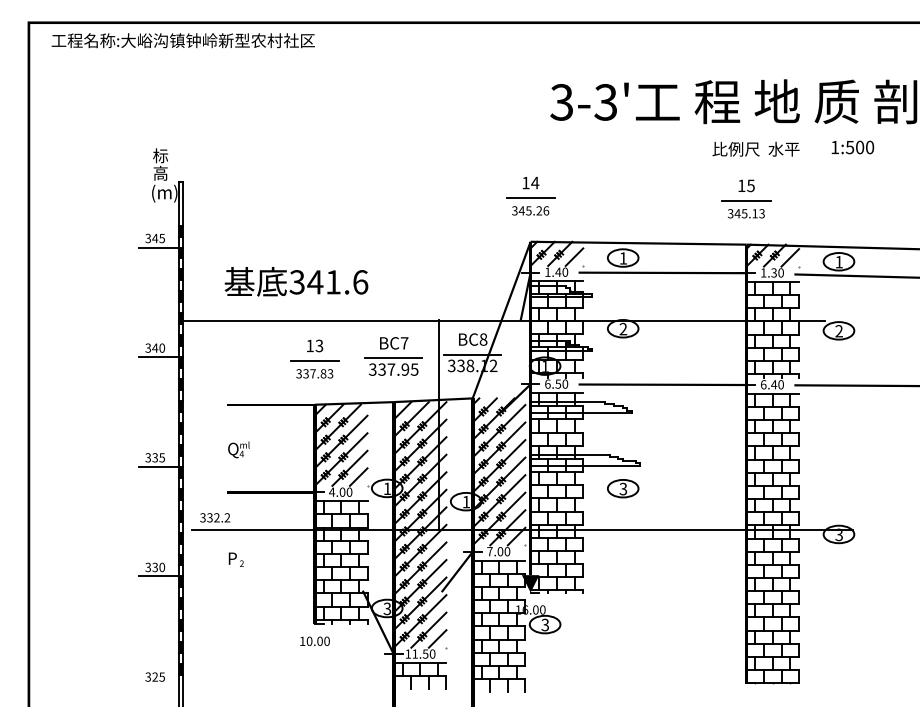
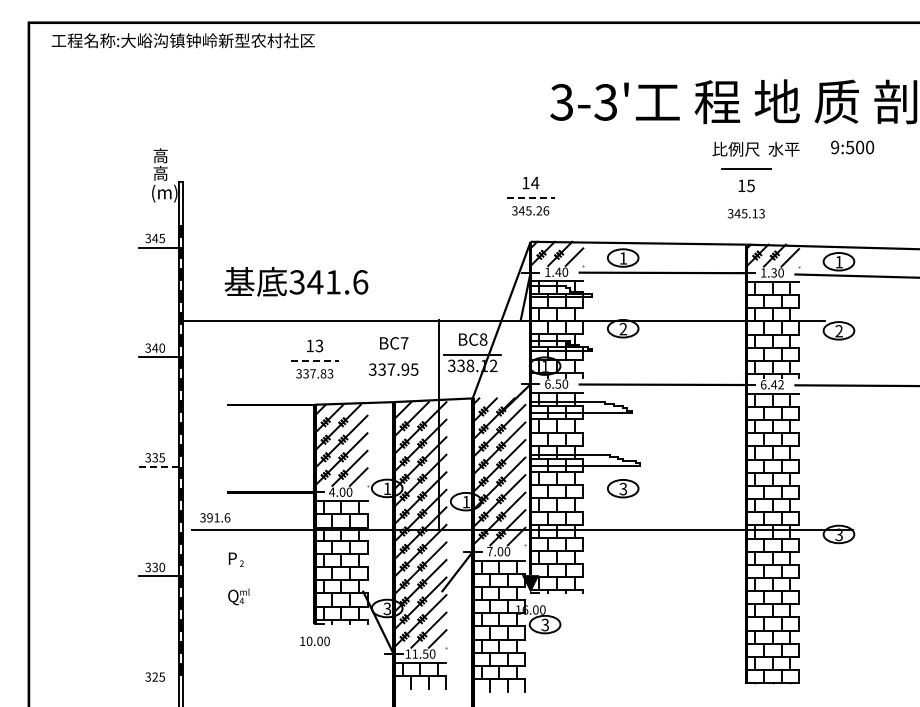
text at (835, 147): 1:500 -> 9:500
text at (160, 155): 标 -> 高
line at (531, 197): solid -> dashed
line at (746, 200) position: (746, 200) -> (746, 168)
line at (393, 358): present -> none
line at (315, 360): solid -> dashed
text at (780, 384): 6.40 -> 6.42
text at (238, 449) position: (238, 449) -> (238, 596)
line at (161, 466): solid -> dashed
text at (218, 517): 332.2 -> 391.6
